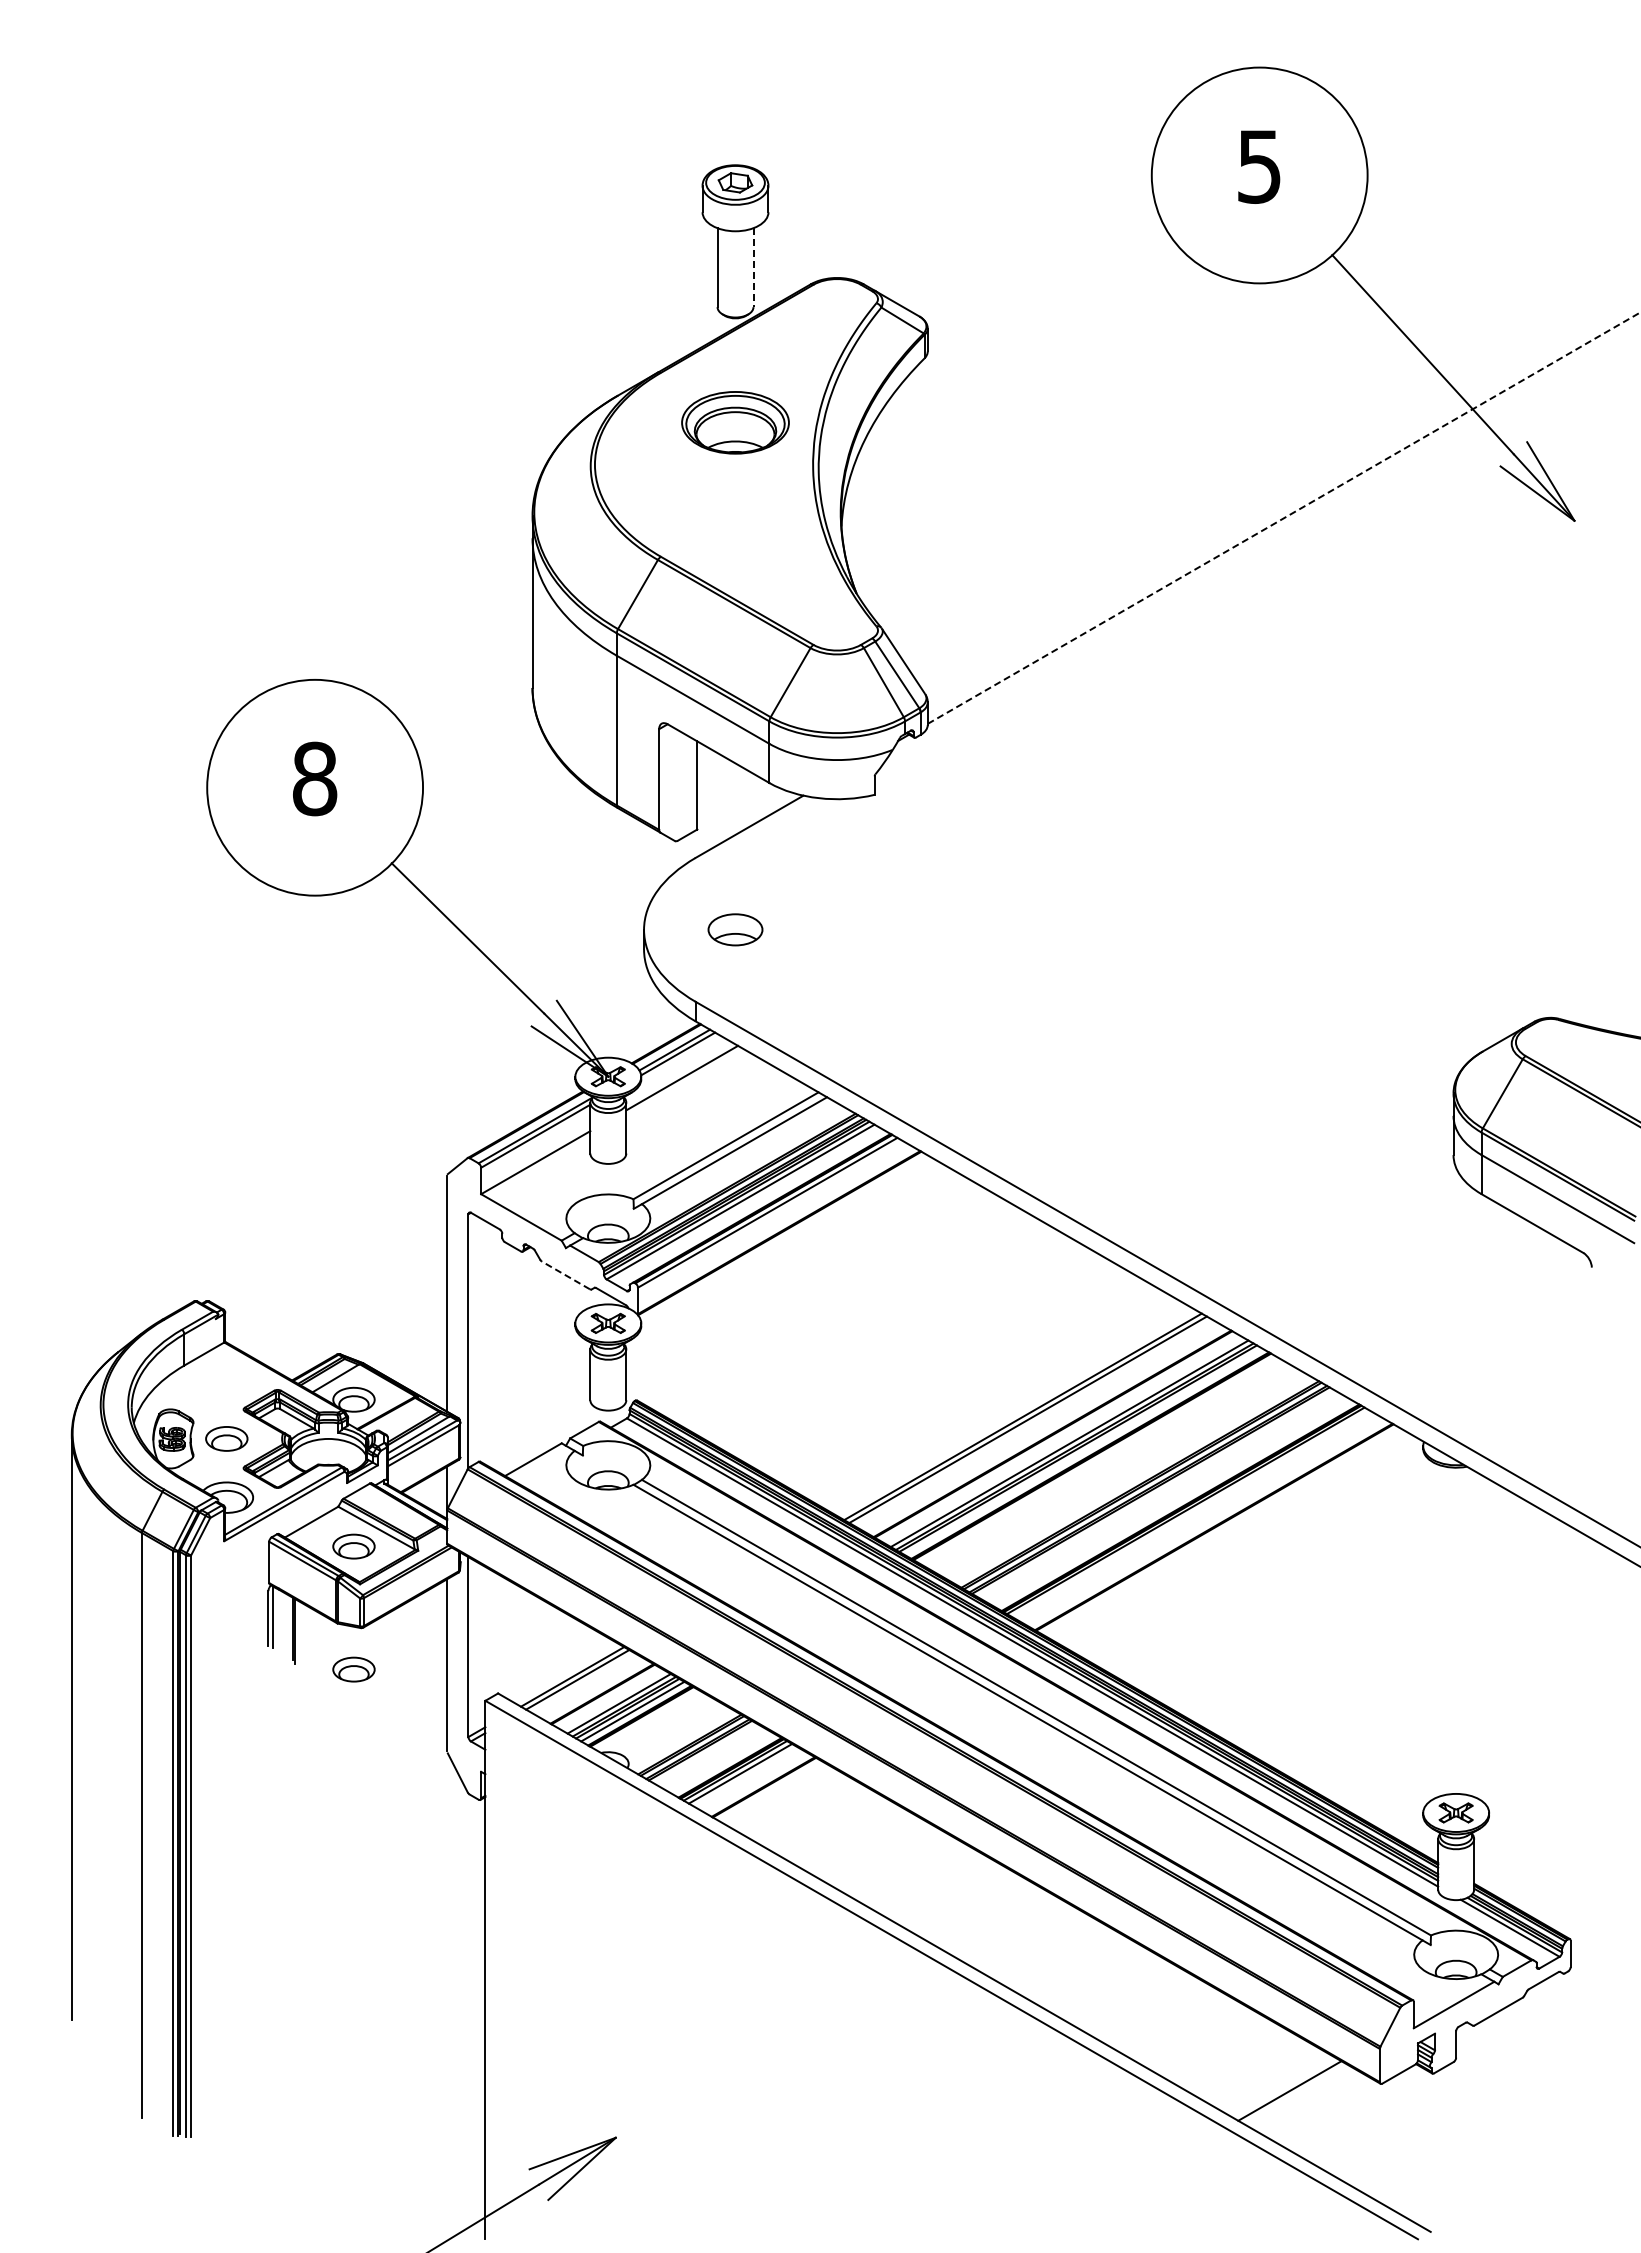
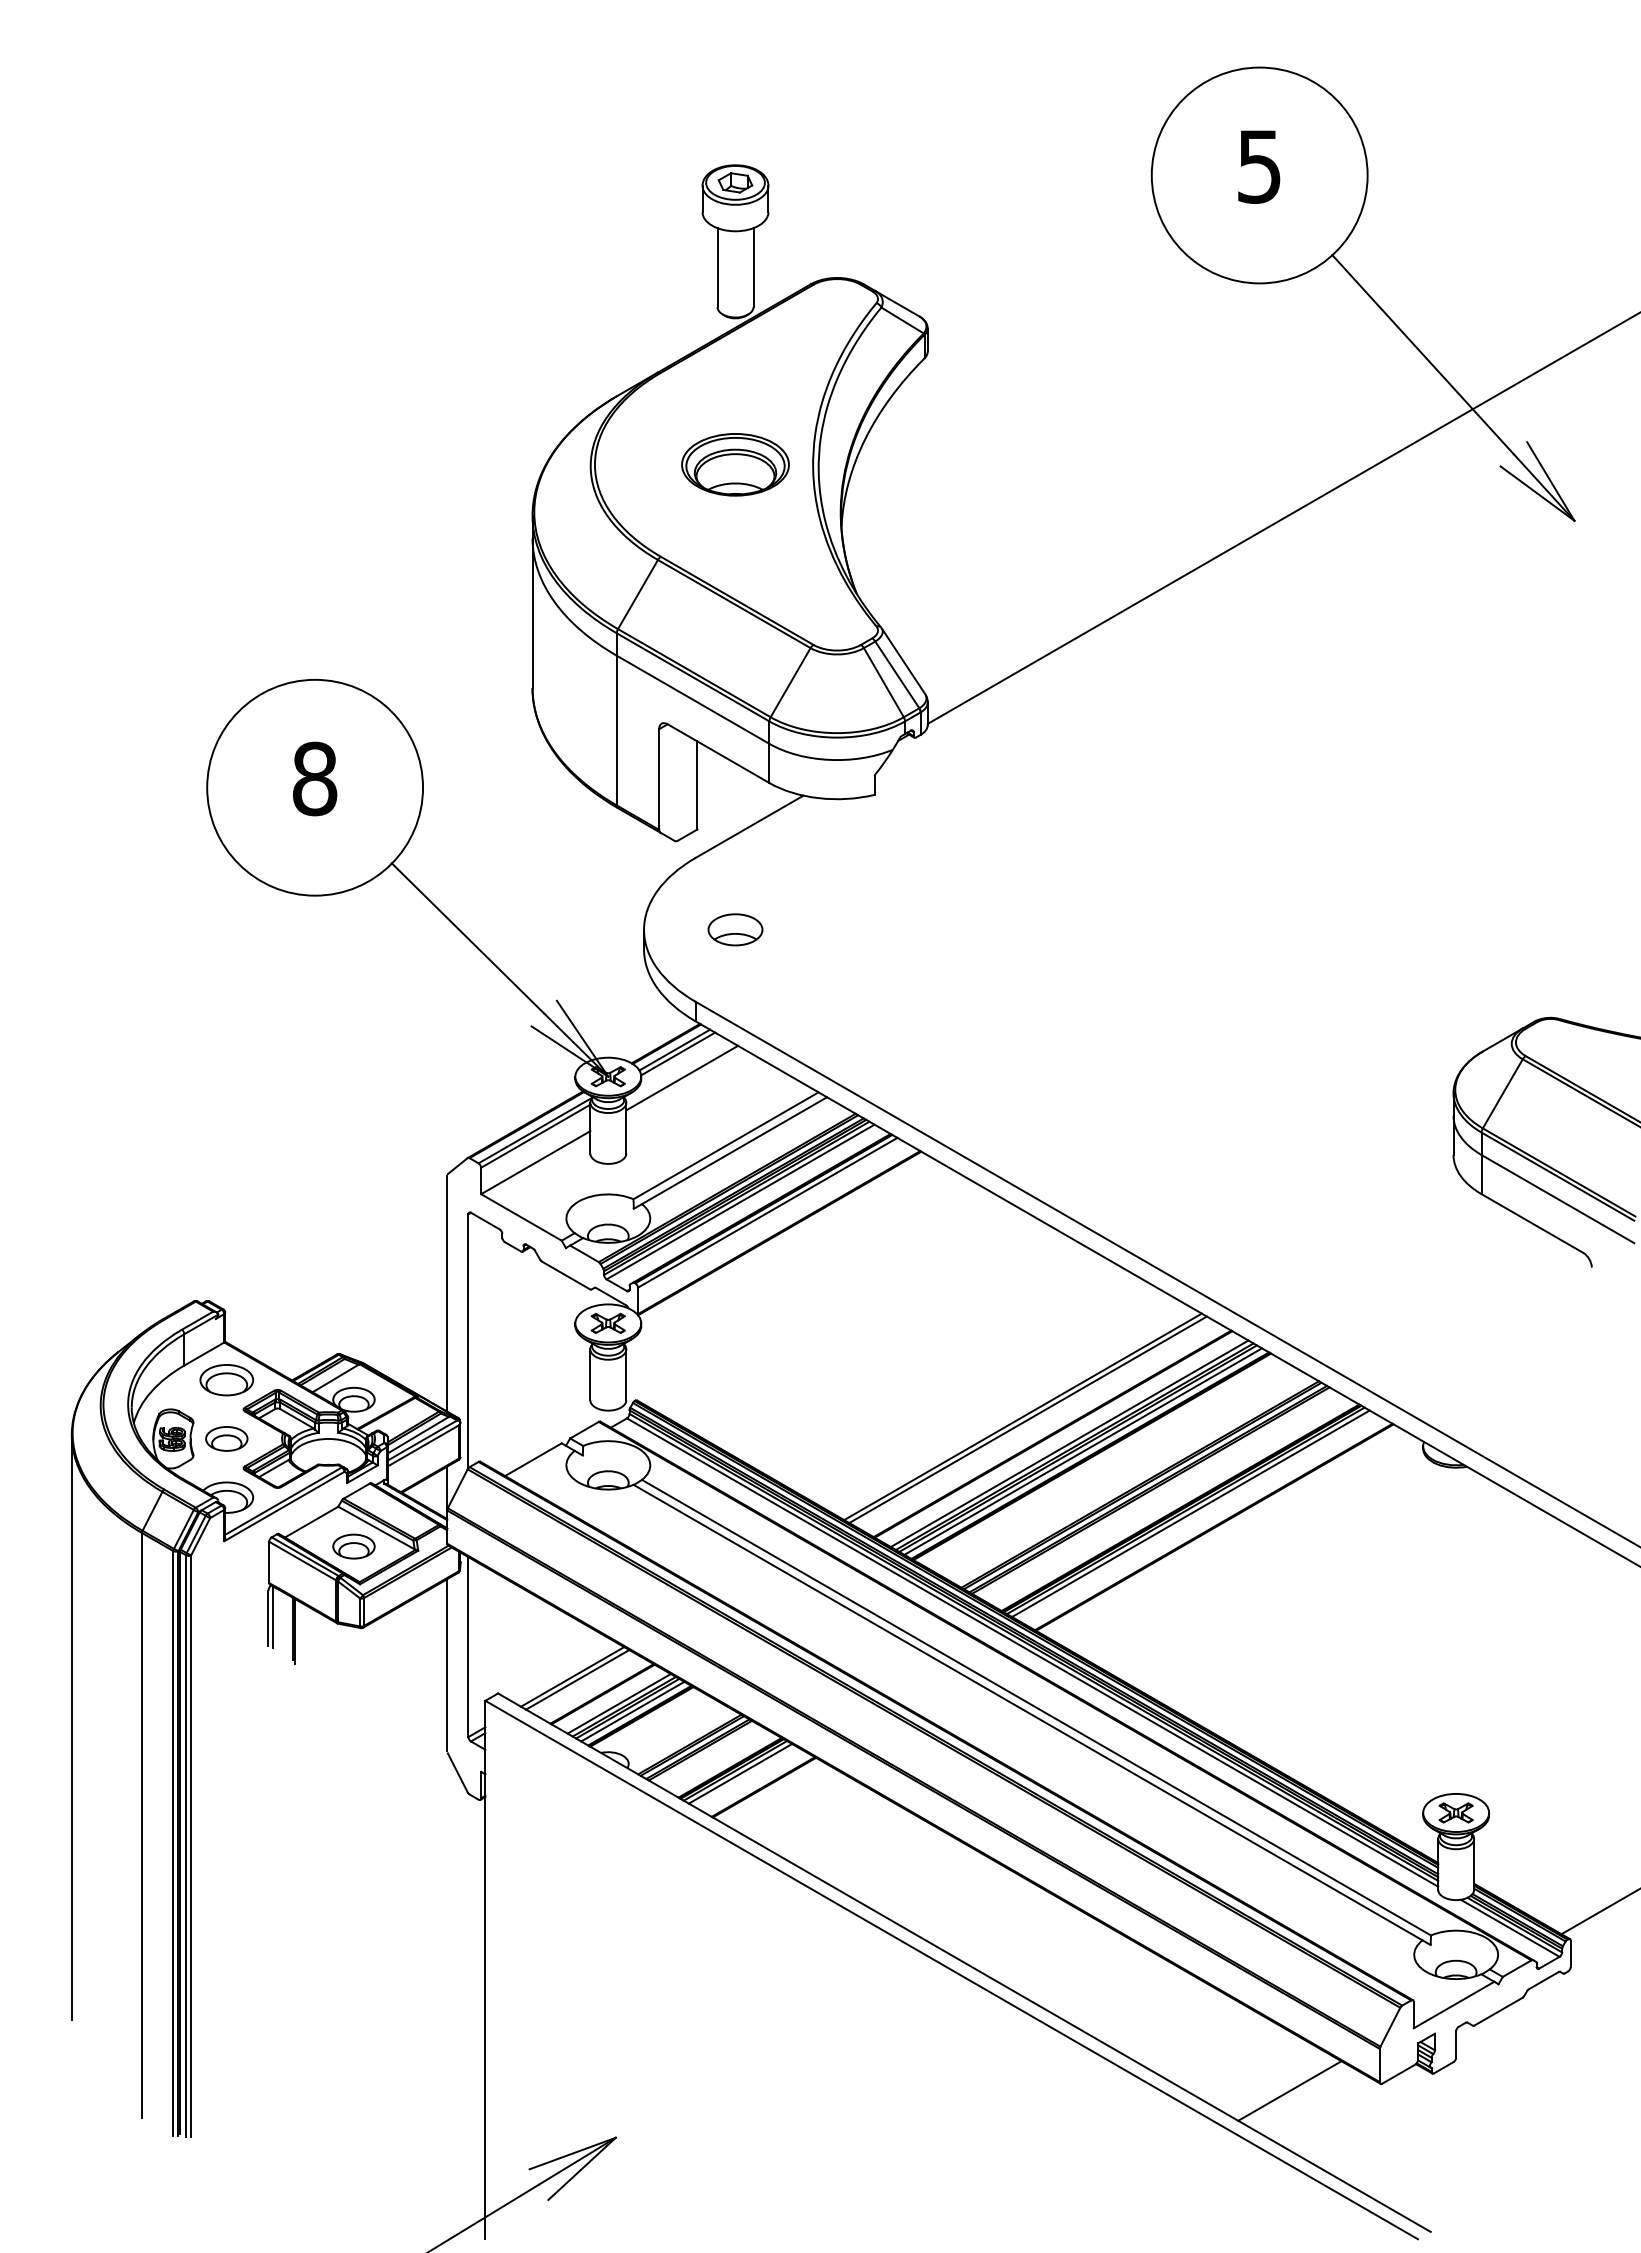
line at (753, 268): dashed -> solid
part at (735, 422) position: (735, 422) -> (735, 464)
line at (1284, 517): dashed -> solid
line at (565, 1275): dashed -> solid
part at (226, 1380): none -> present
line at (1083, 1451): none -> present
line at (1190, 1513): none -> present
part at (353, 1669): present -> none
line at (1599, 1912): none -> present
